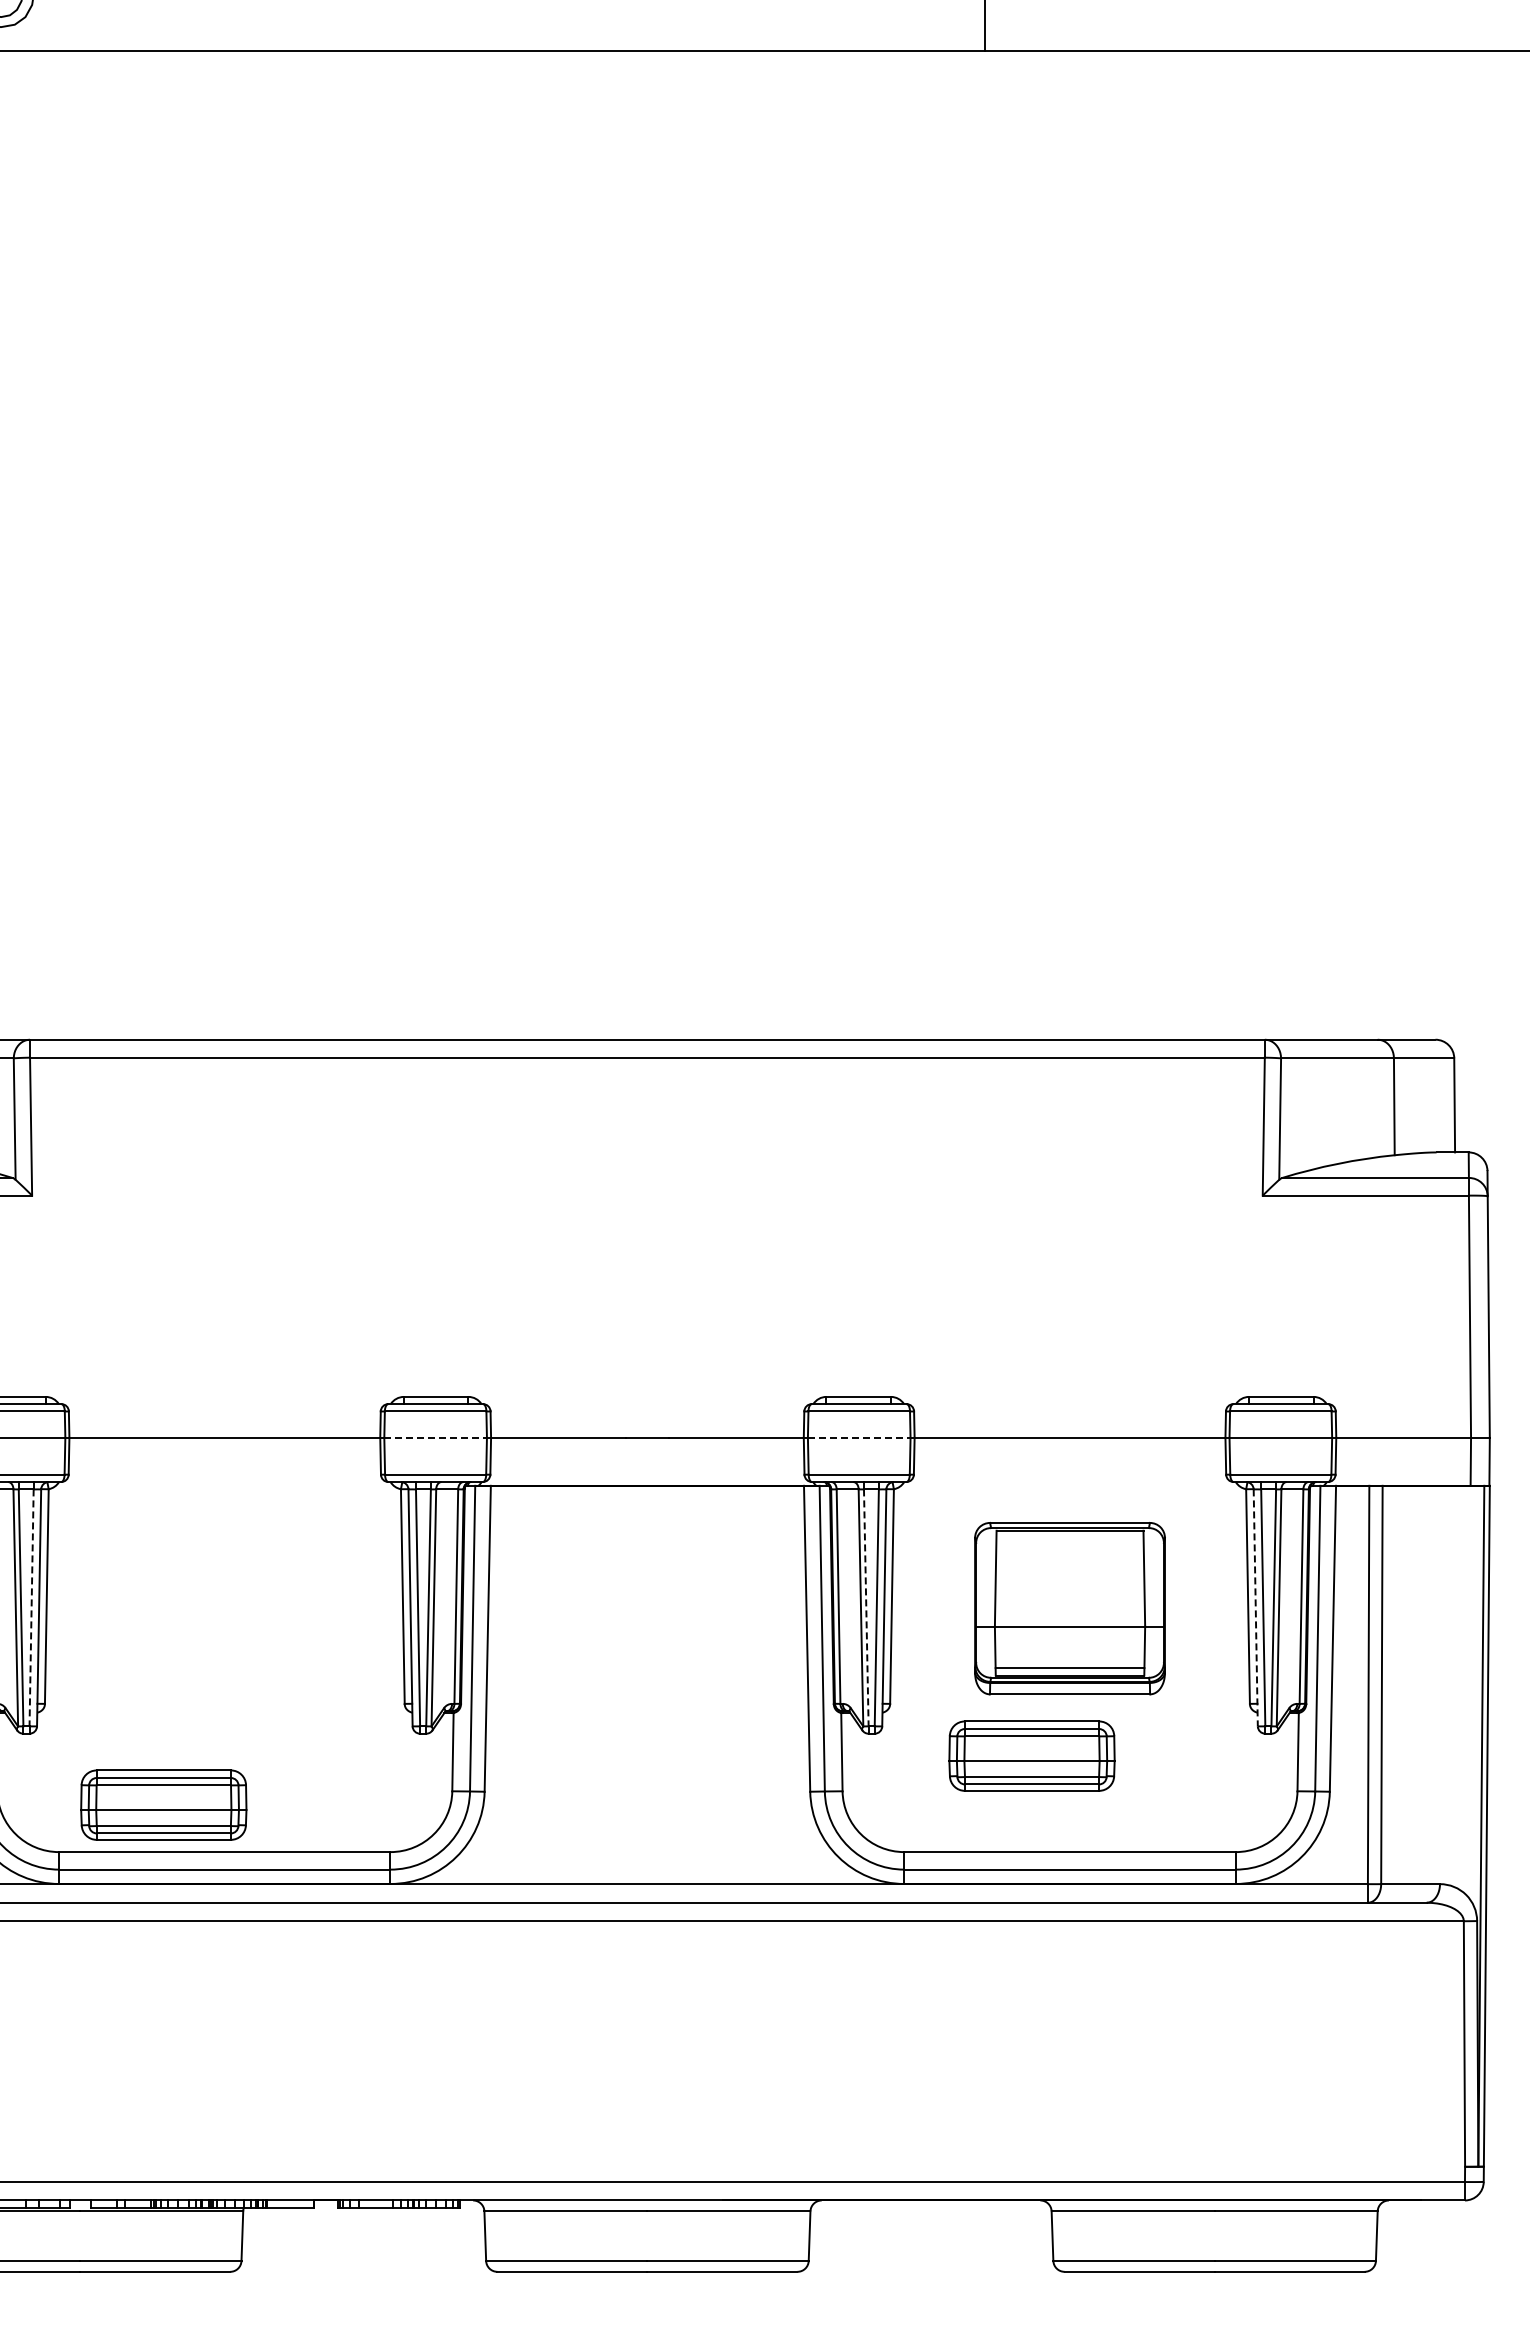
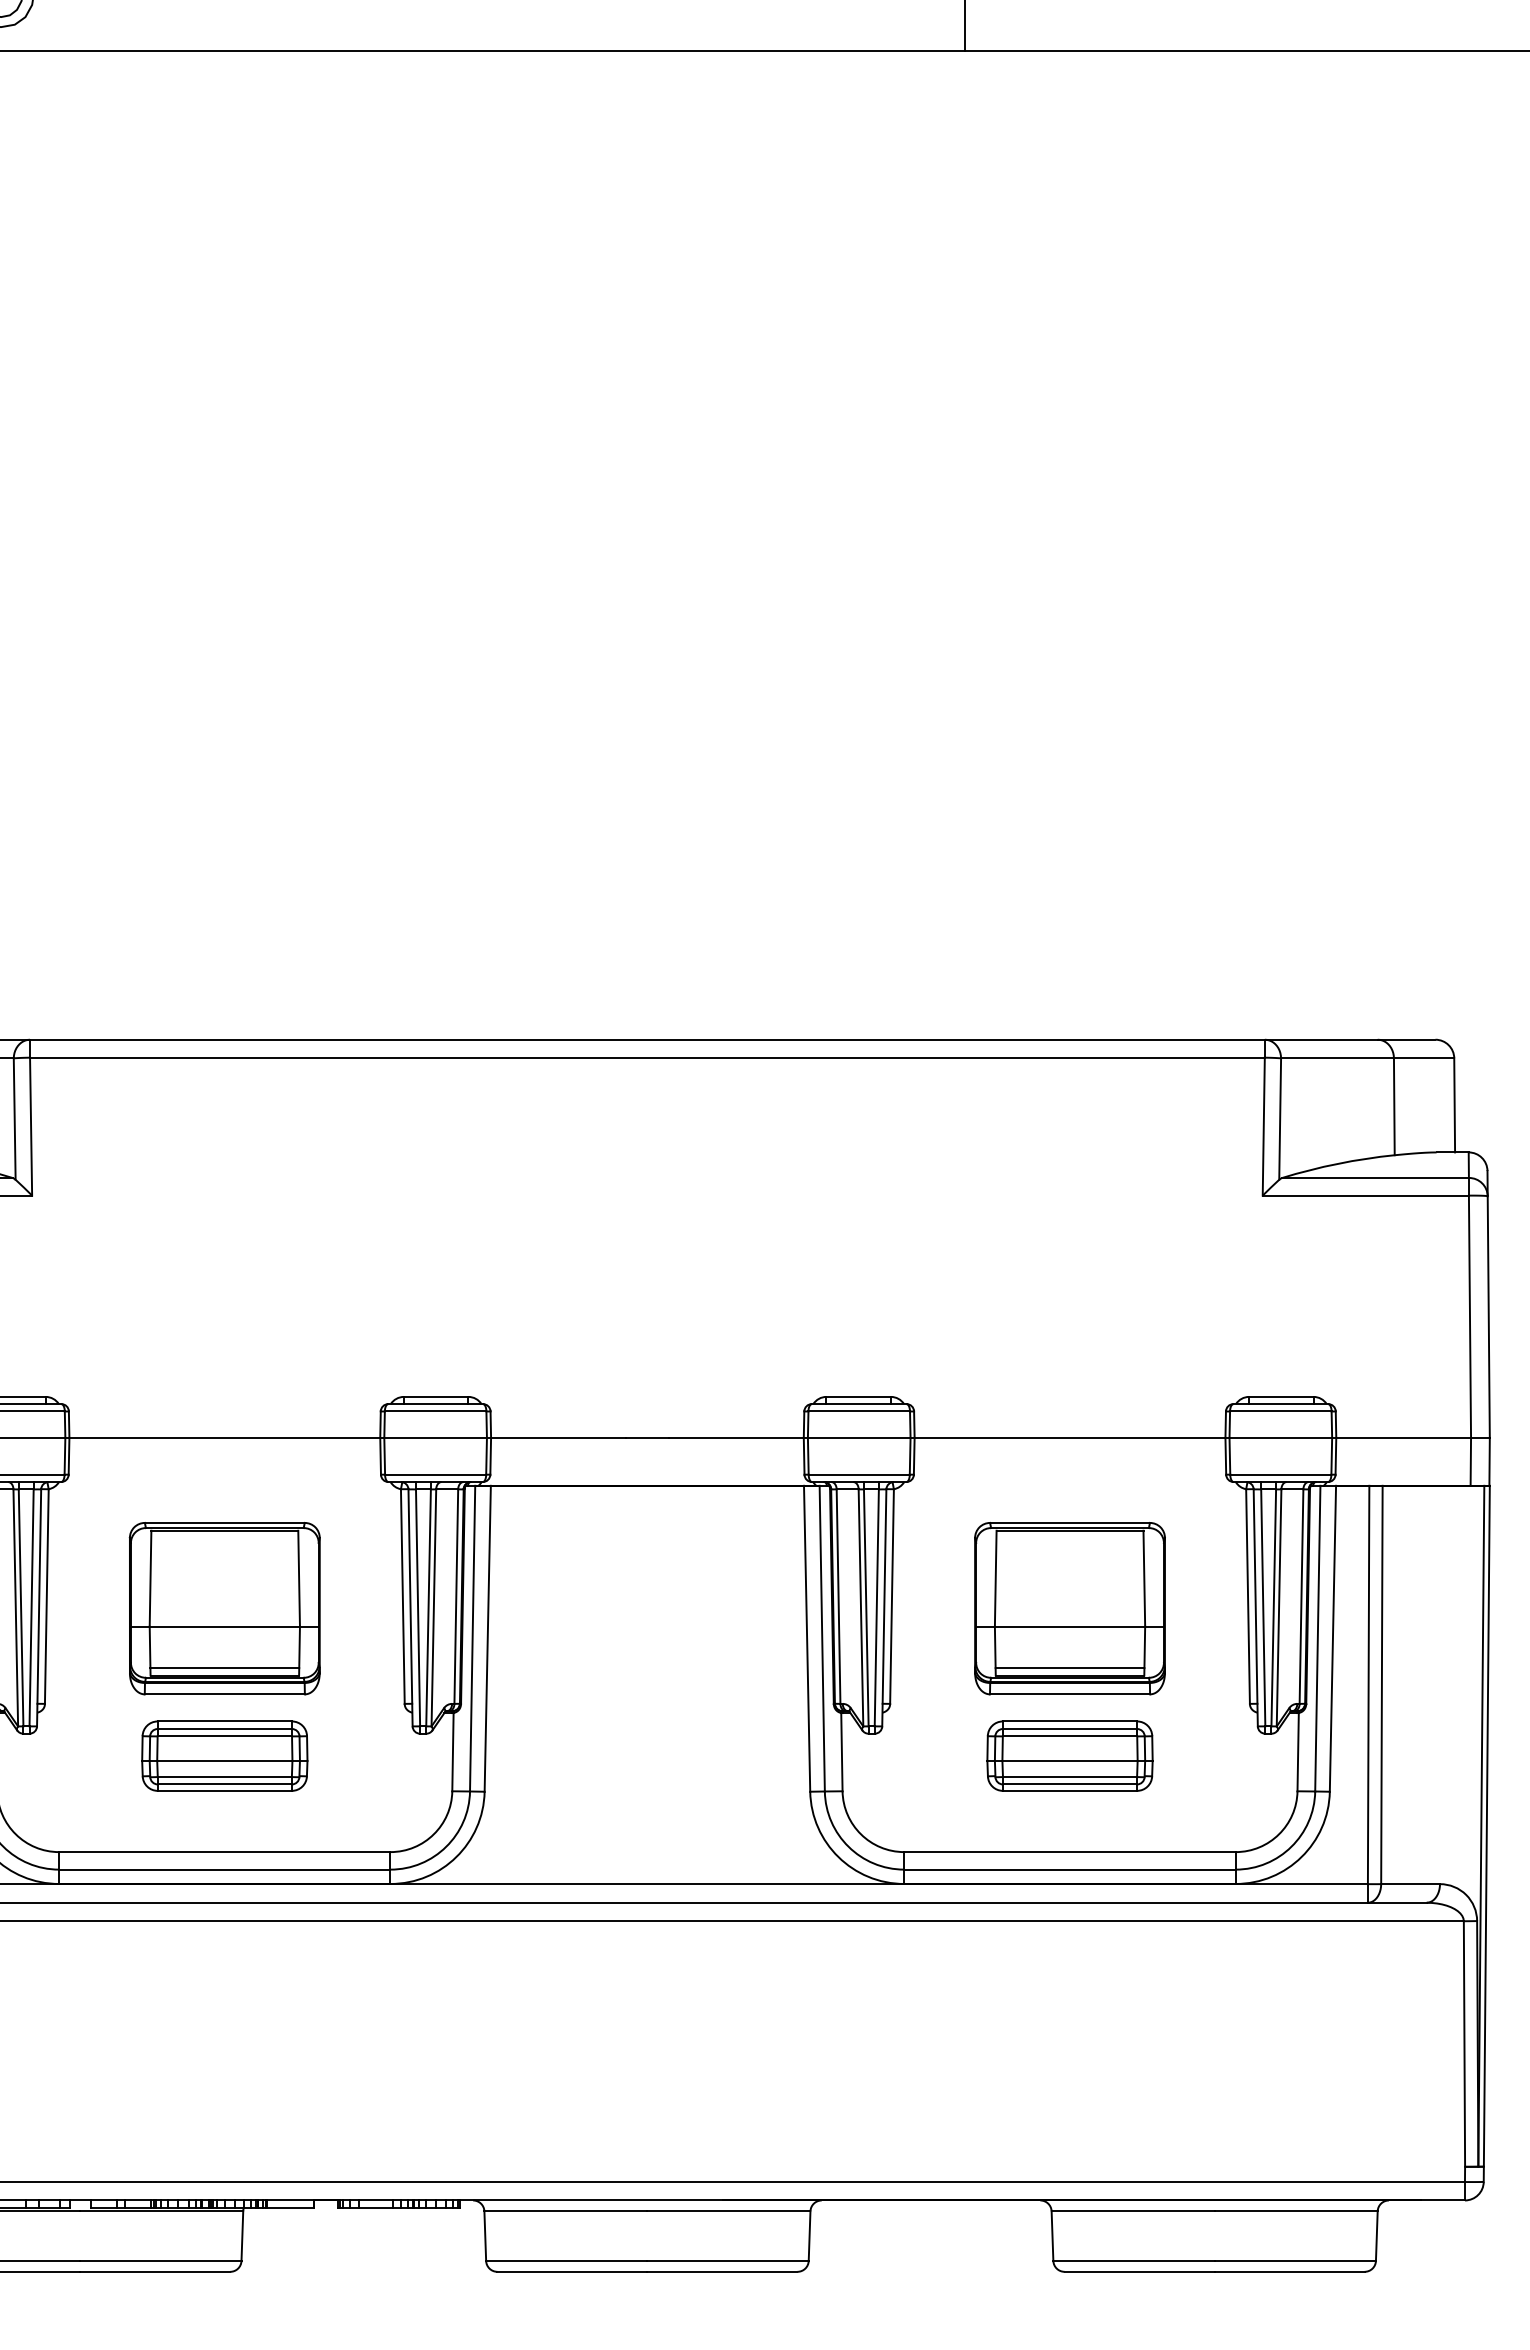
line at (985, 26) position: (985, 26) -> (965, 26)
line at (436, 1437): dashed -> solid
line at (859, 1437): dashed -> solid
line at (31, 1608): dashed -> solid
part at (224, 1608): none -> present
line at (866, 1608): dashed -> solid
line at (1255, 1608): dashed -> solid
part at (1031, 1755) position: (1031, 1755) -> (1069, 1755)
part at (163, 1804) position: (163, 1804) -> (224, 1755)
